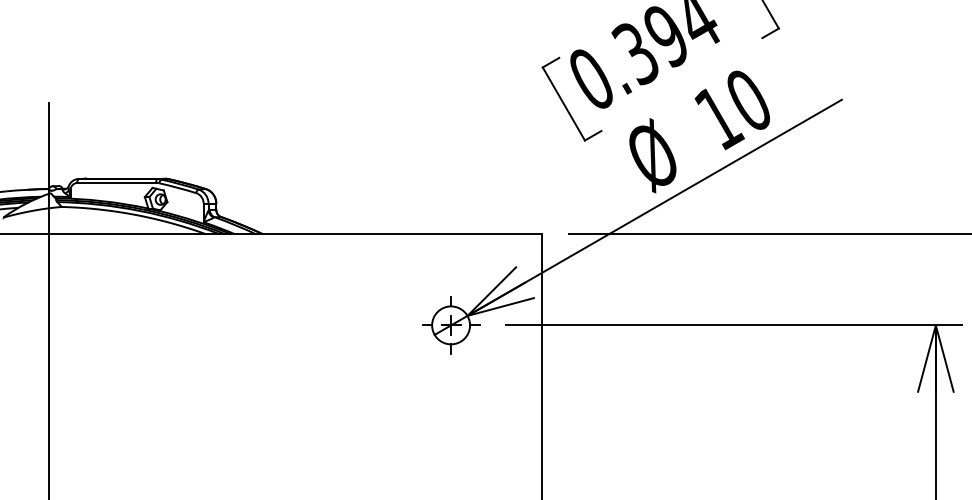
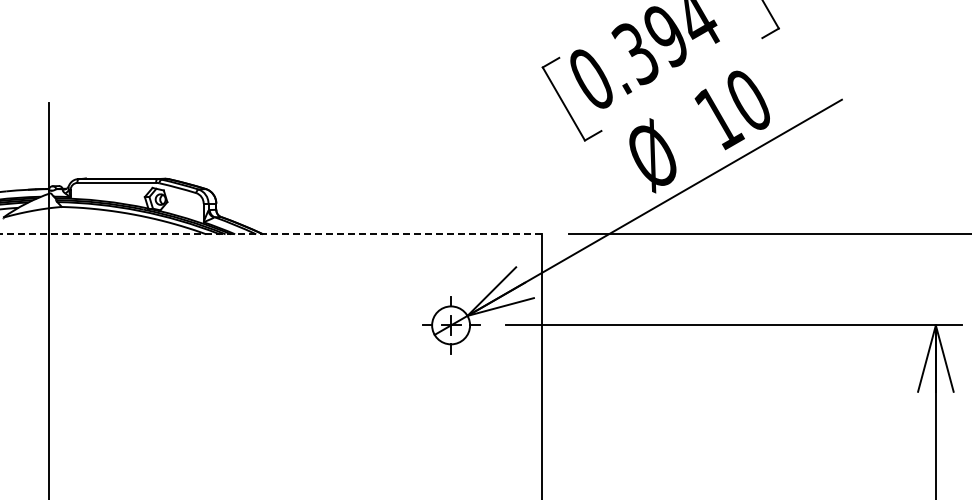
line at (271, 234): solid -> dashed
